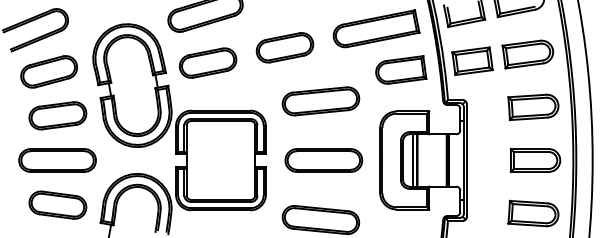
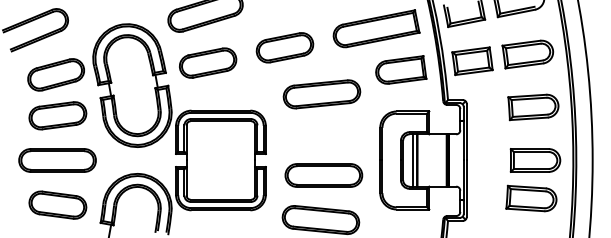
part at (48, 71) position: (48, 71) -> (55, 74)
part at (320, 101) position: (320, 101) -> (321, 94)
part at (323, 160) position: (323, 160) -> (323, 175)
part at (533, 213) position: (533, 213) -> (531, 198)
